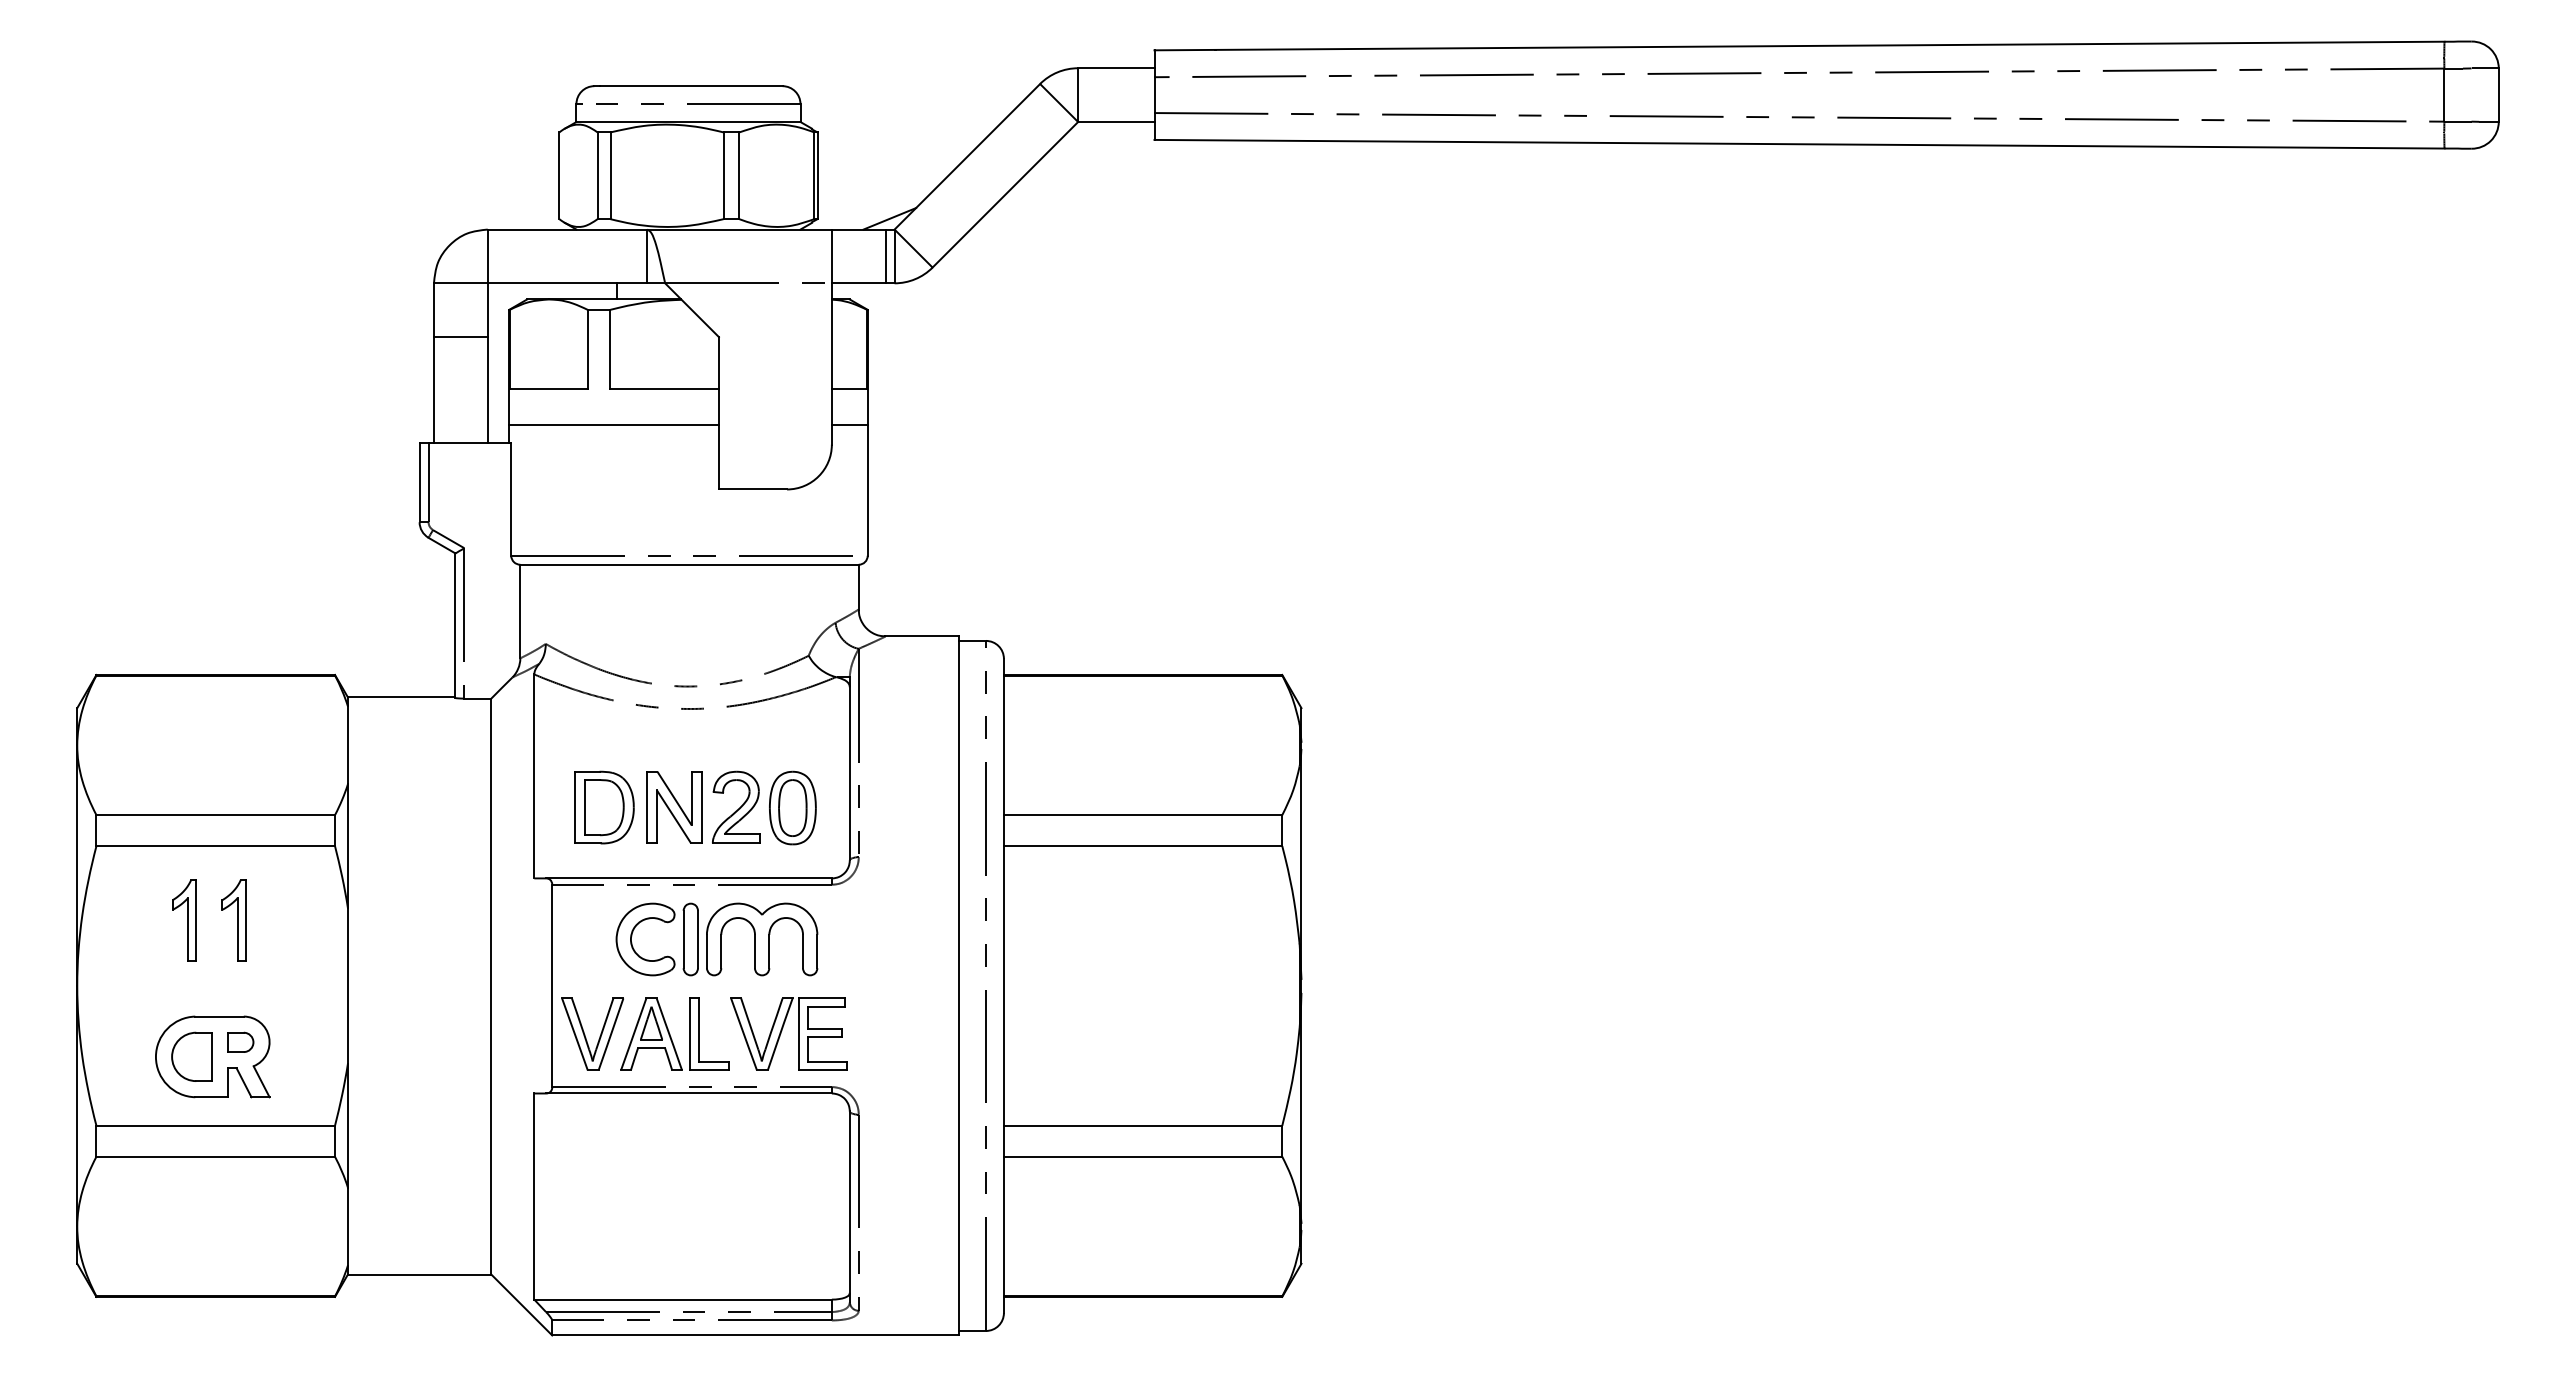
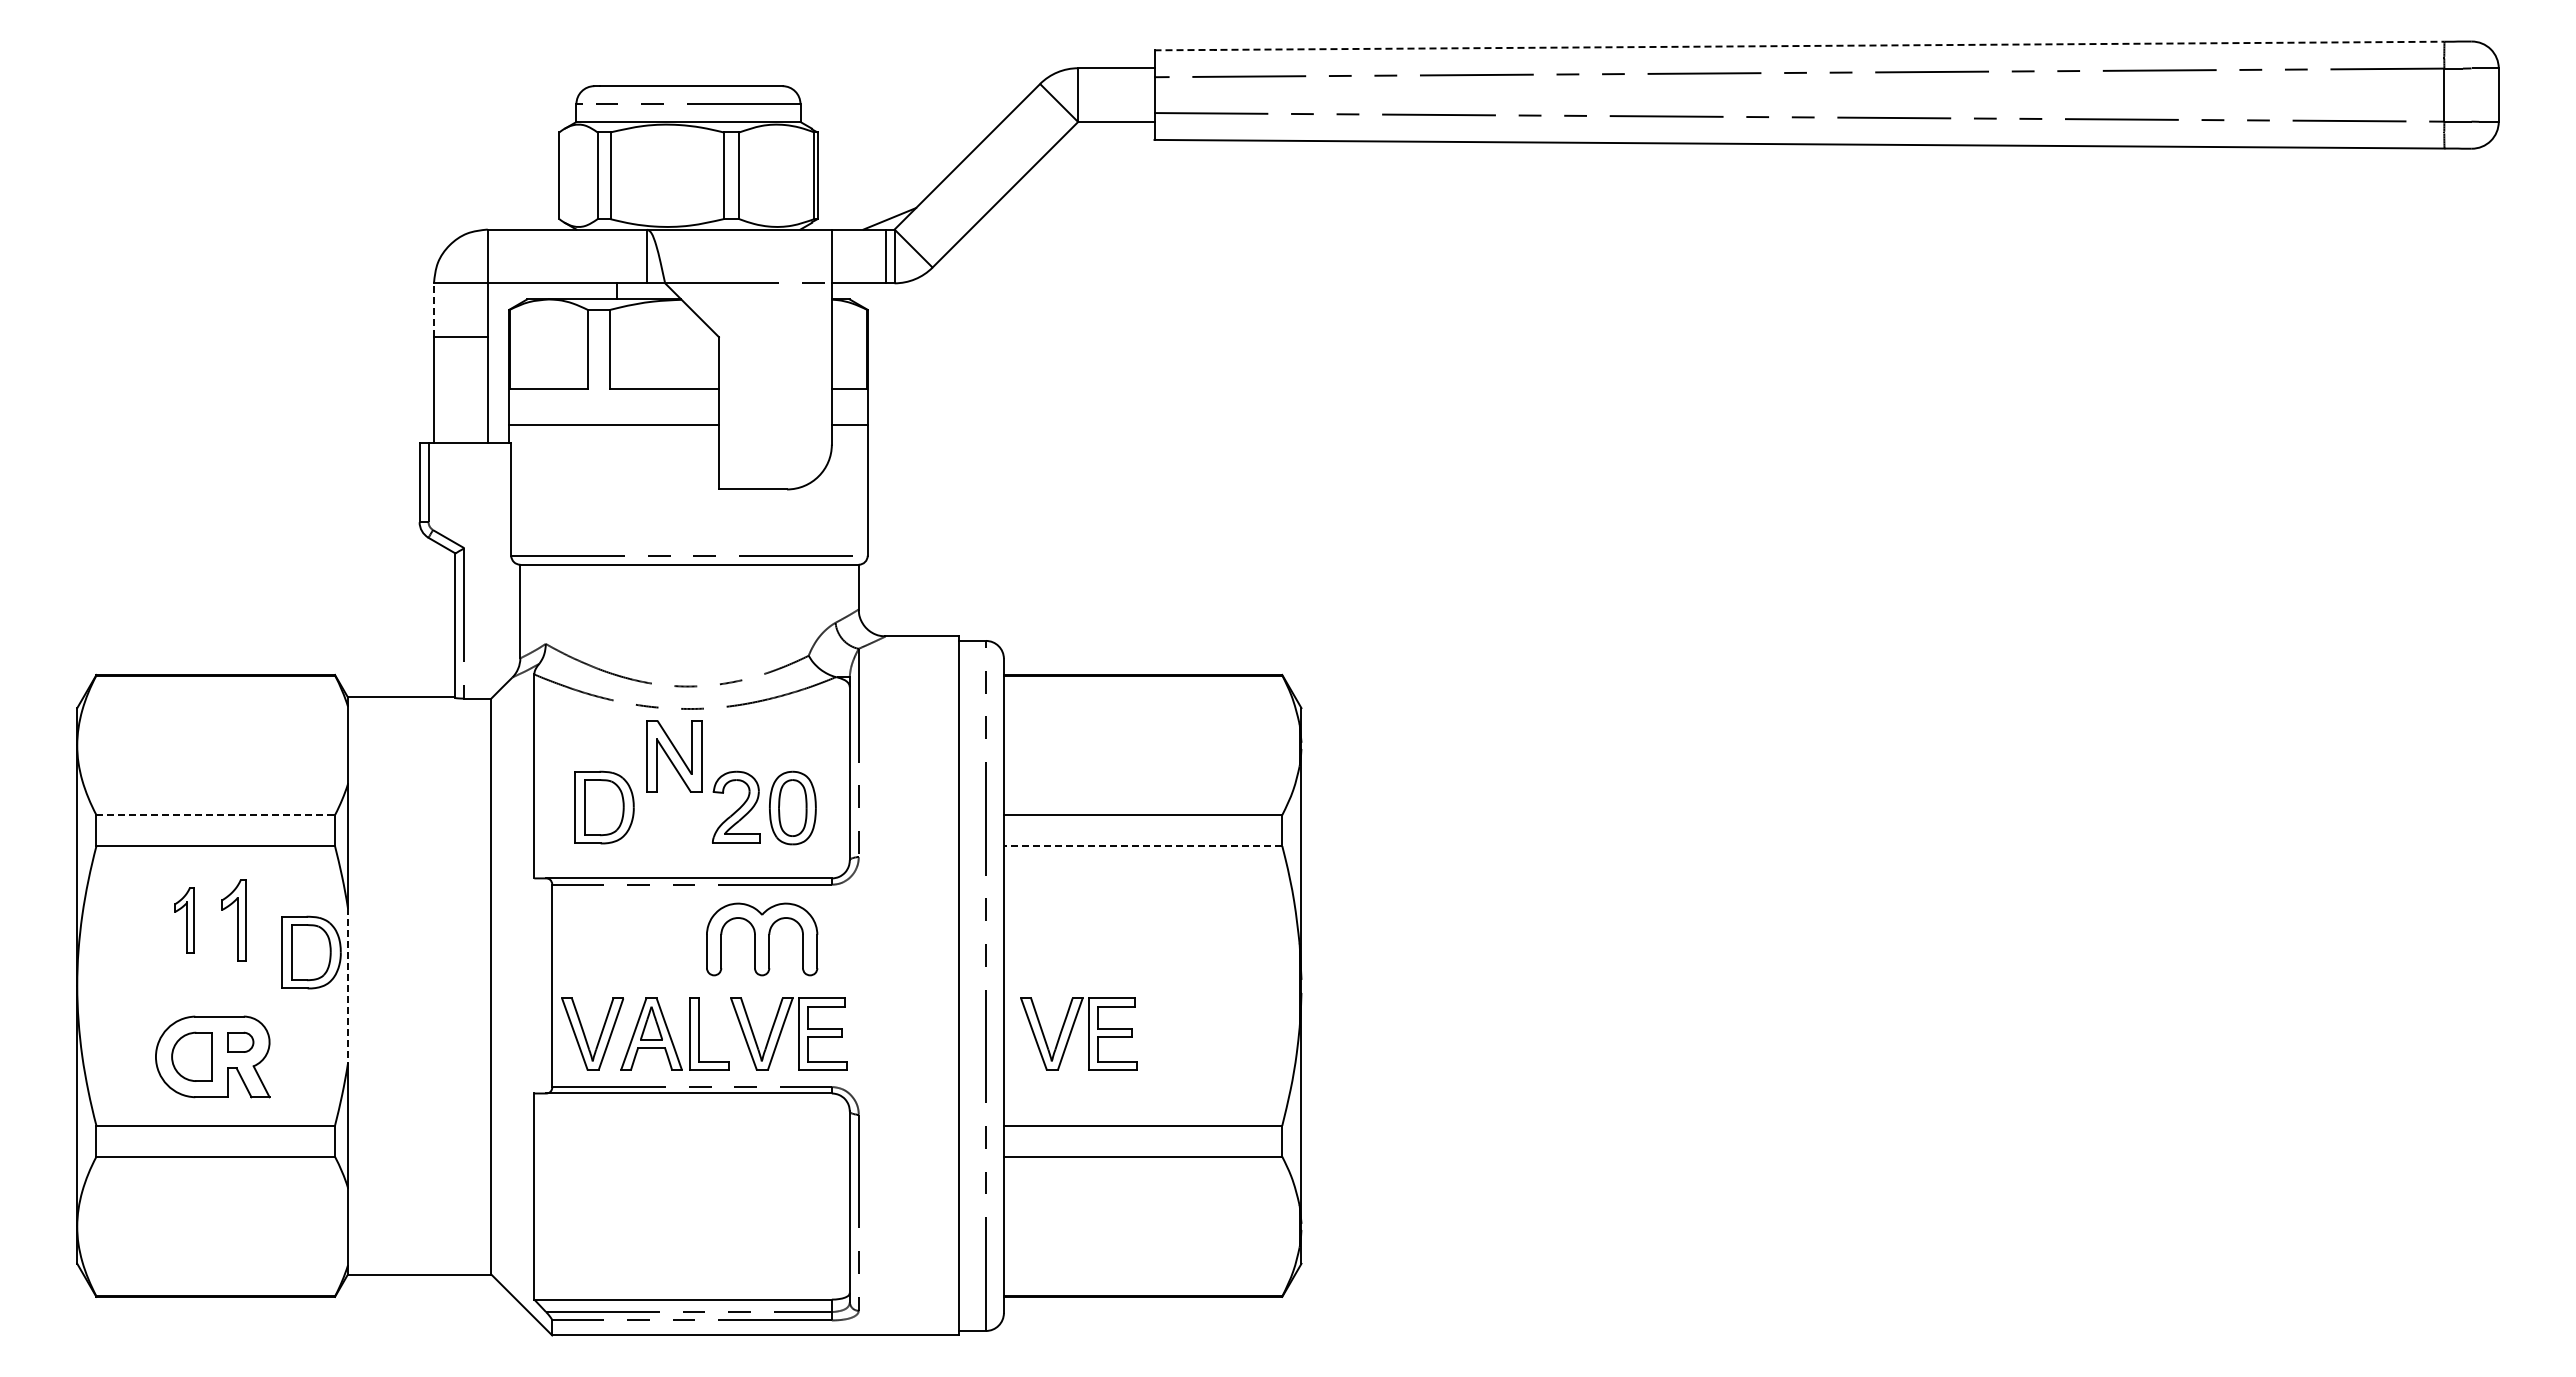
line at (1799, 46): solid -> dashed
line at (433, 310): solid -> dashed
part at (674, 807) position: (674, 807) -> (674, 756)
line at (216, 815): solid -> dashed
line at (1142, 846): solid -> dashed
part at (184, 920) size: 25x83 px -> 21x67 px
part at (311, 952): none -> present
part at (663, 956): present -> none
line at (347, 985): solid -> dashed
part at (1072, 1031): none -> present
